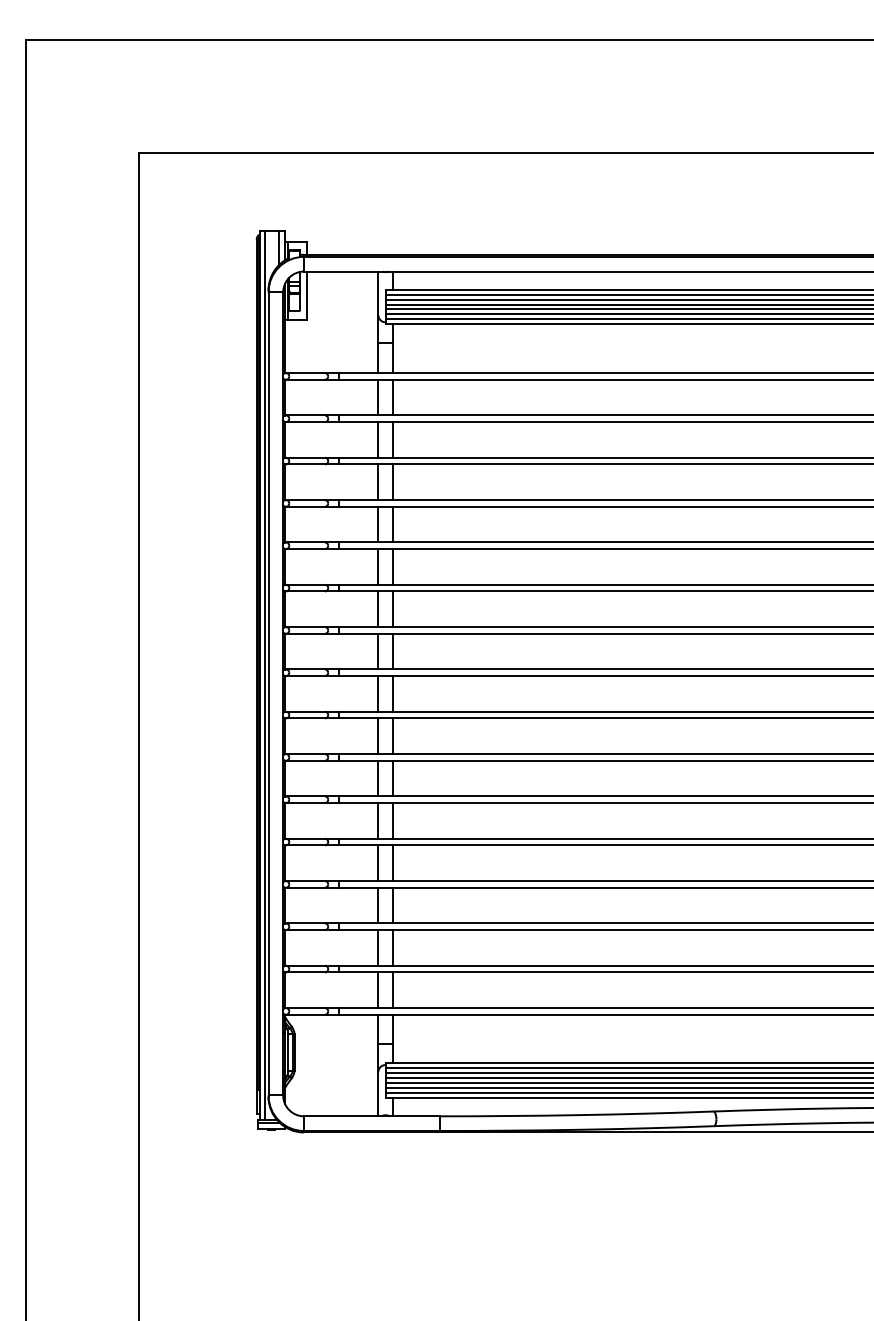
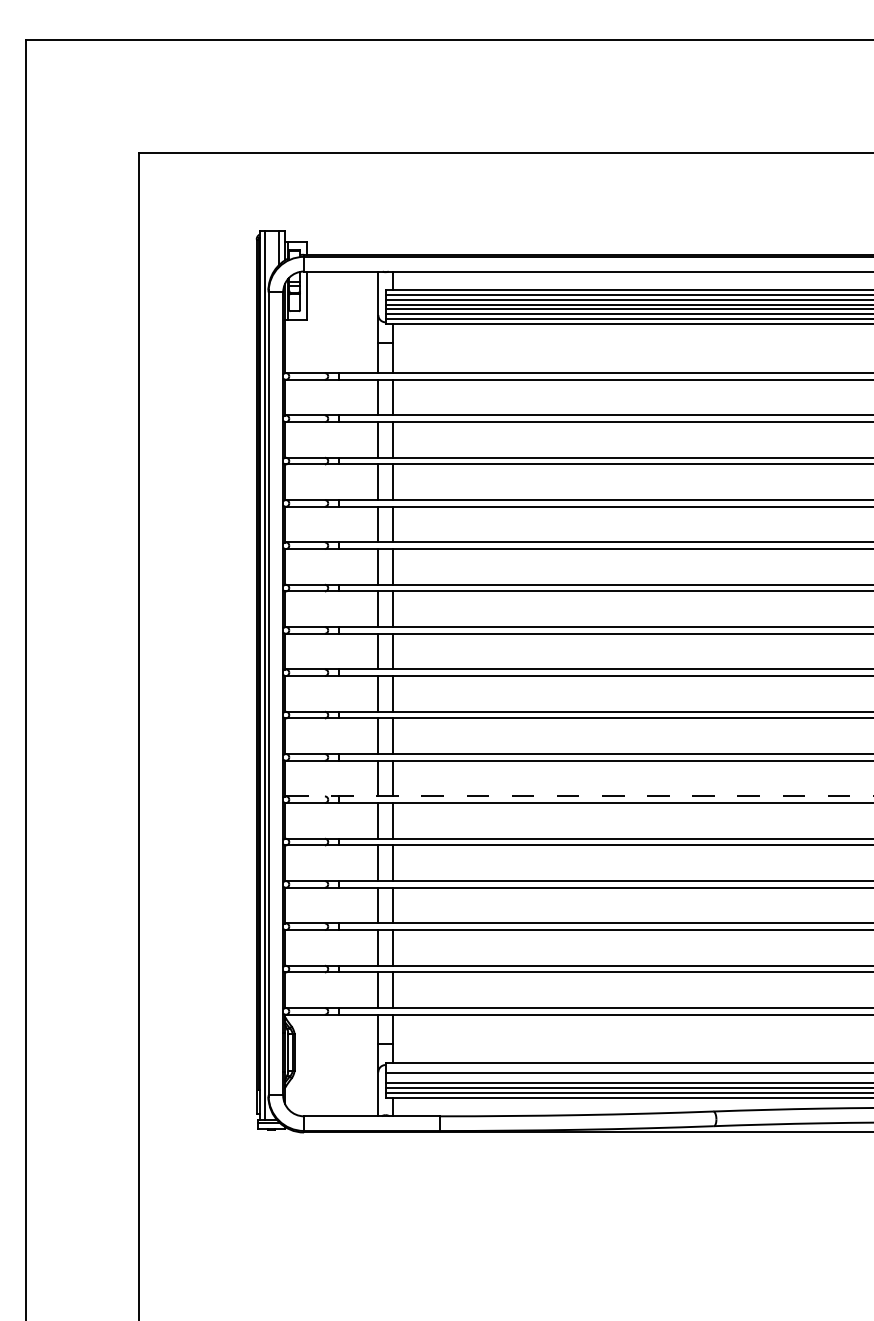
line at (579, 796): solid -> dashed
line at (627, 1068): present -> none
line at (627, 1077): present -> none
